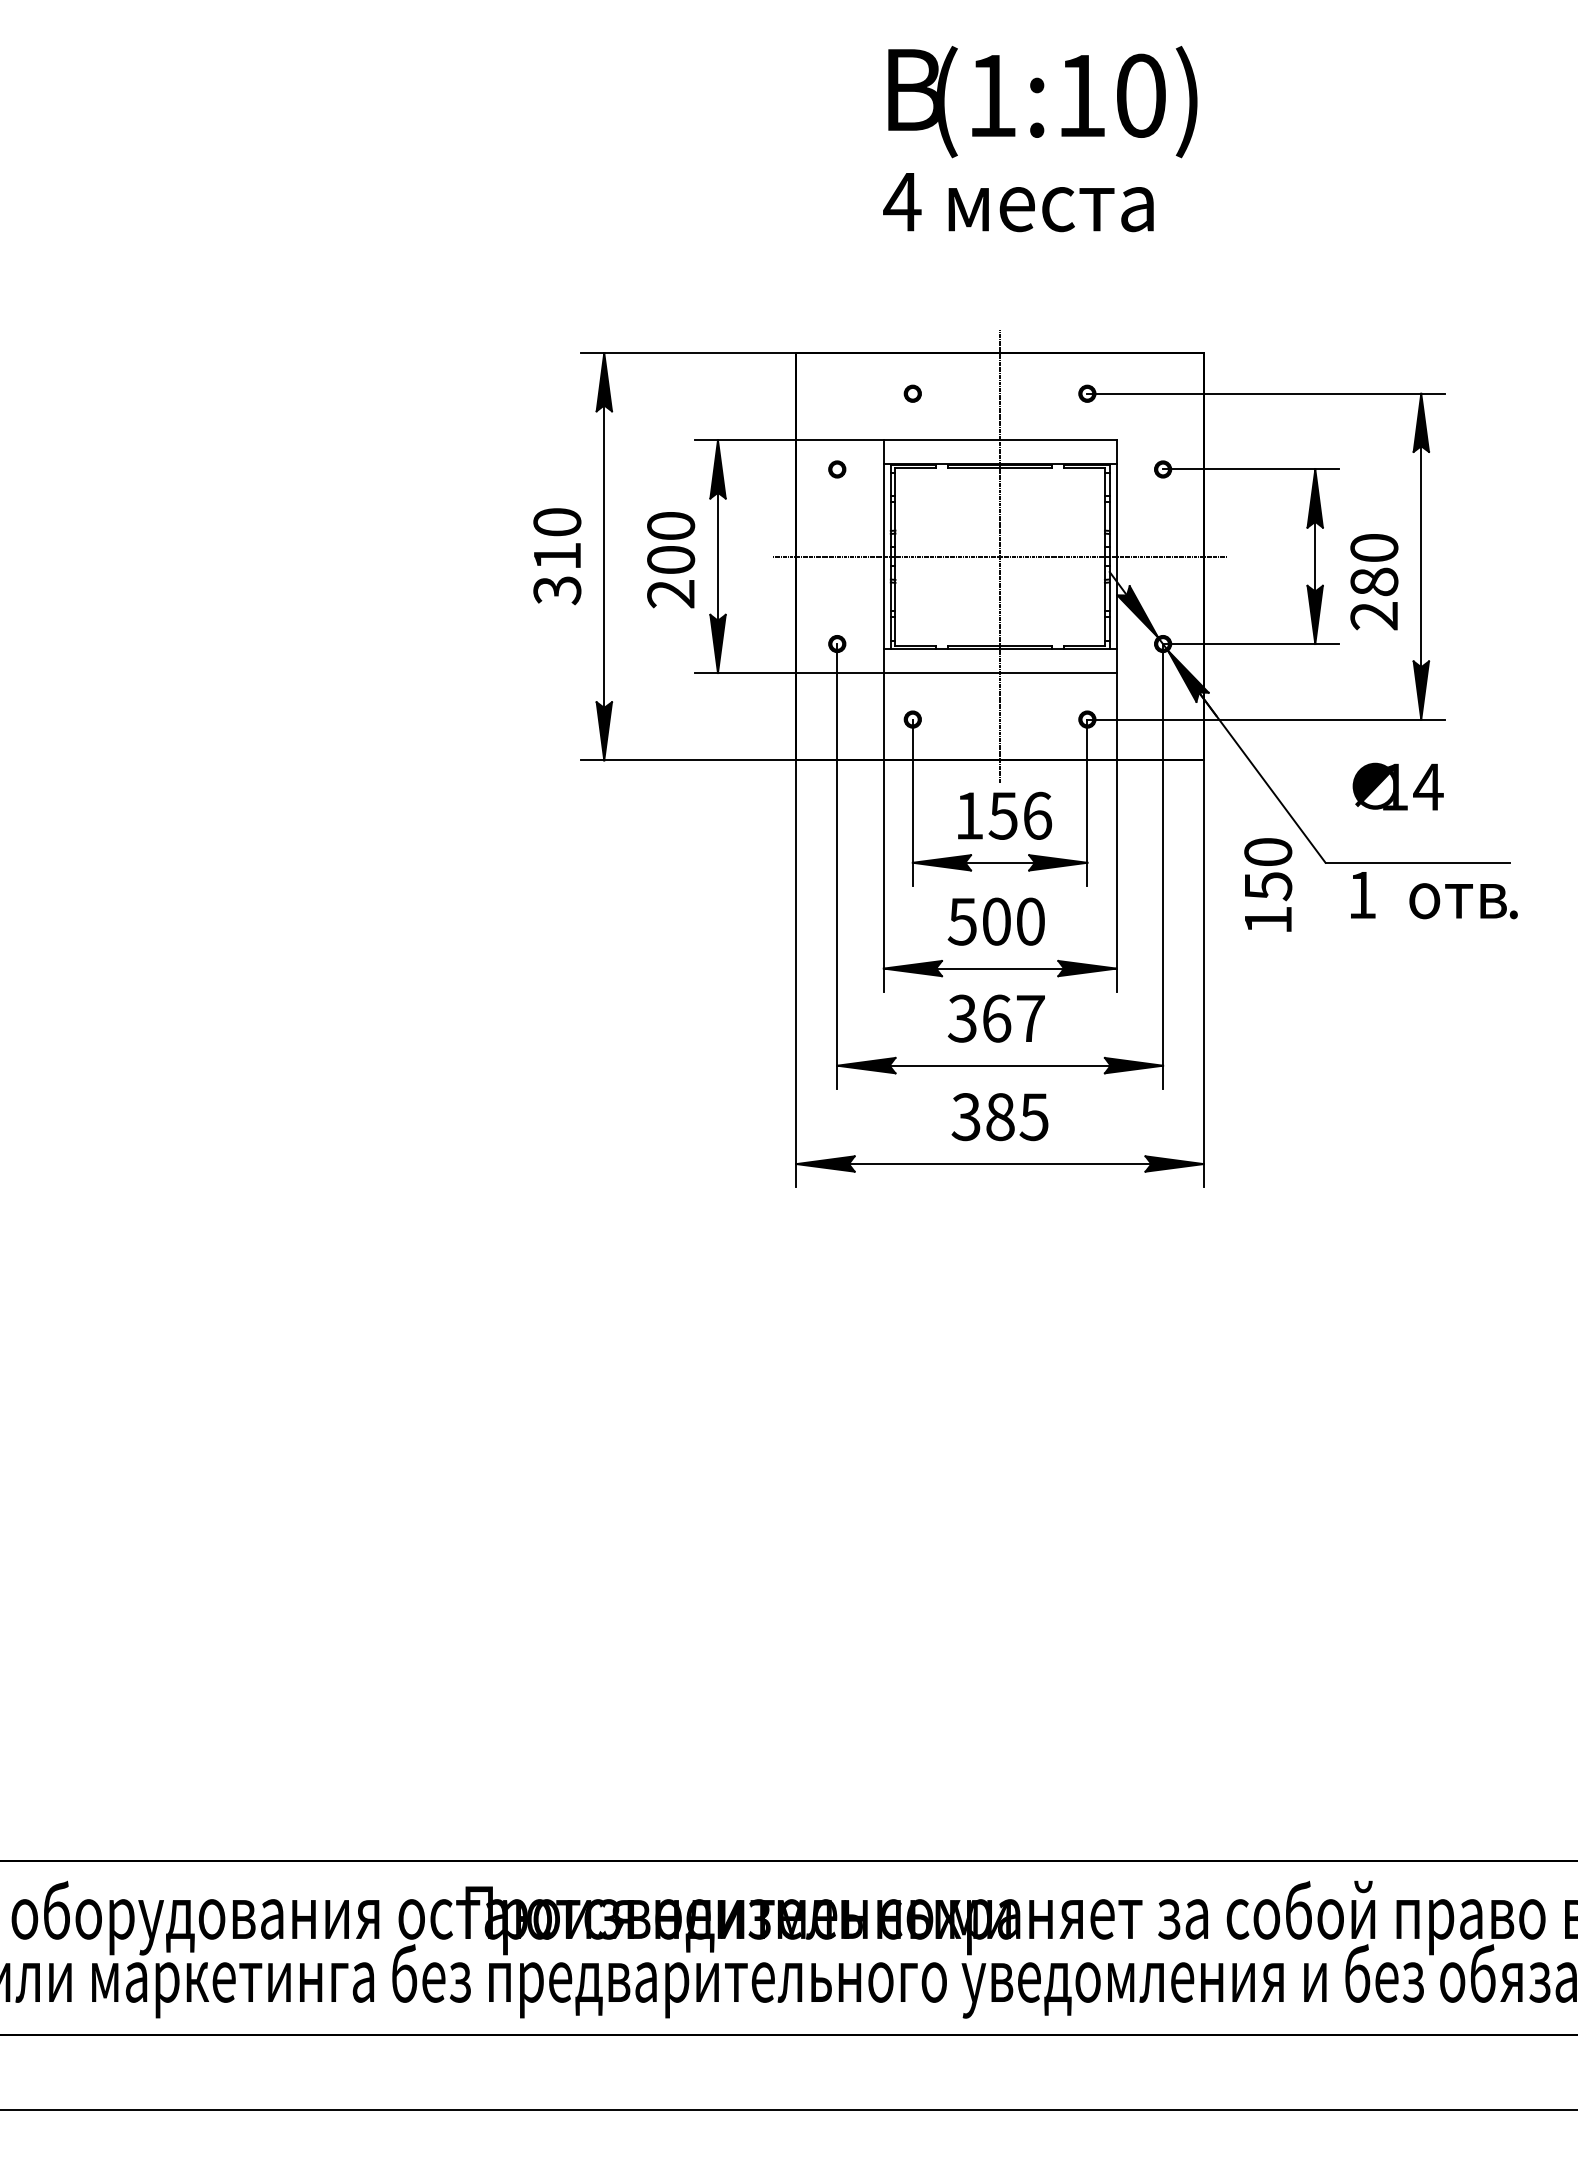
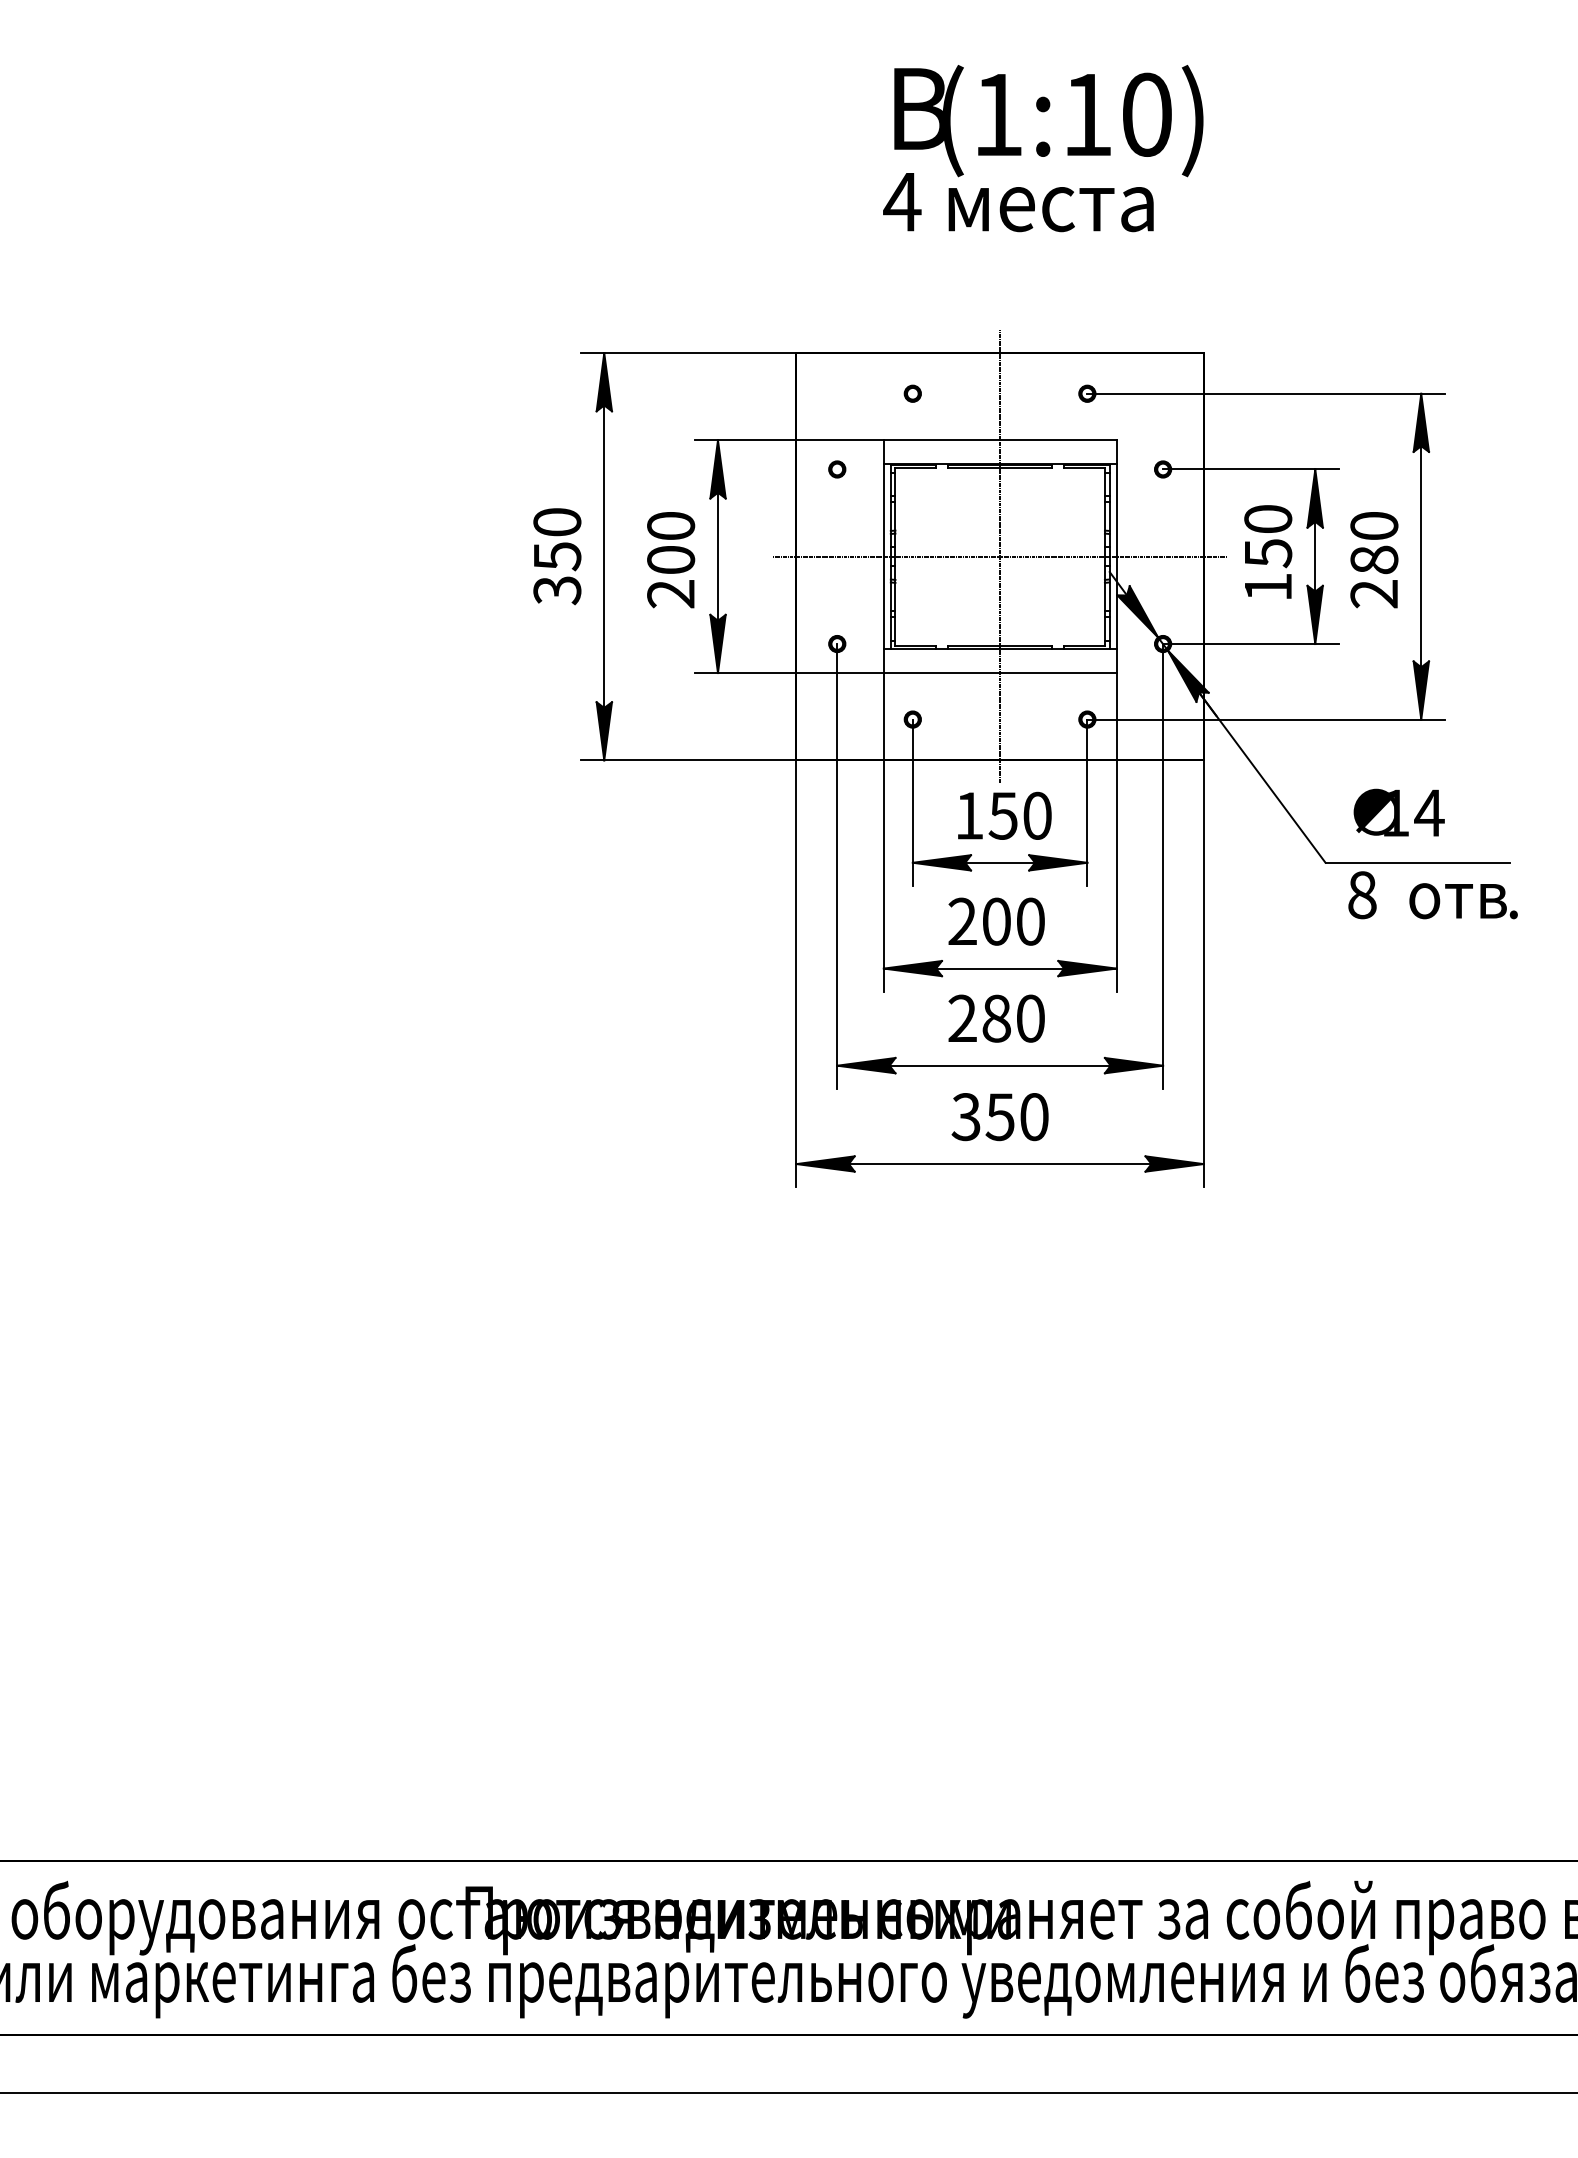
text at (1042, 102) position: (1042, 102) -> (1048, 121)
text at (557, 556): 310 -> 350
text at (1374, 582) position: (1374, 582) -> (1374, 560)
text at (1397, 786) position: (1397, 786) -> (1398, 812)
text at (1037, 815): 156 -> 150
text at (1268, 884) position: (1268, 884) -> (1268, 551)
text at (1362, 895): 1 -> 8
text at (961, 921): 500 -> 200
text at (995, 1018): 367 -> 280
text at (1016, 1117): 385 -> 350
line at (788, 2110) position: (788, 2110) -> (788, 2093)
